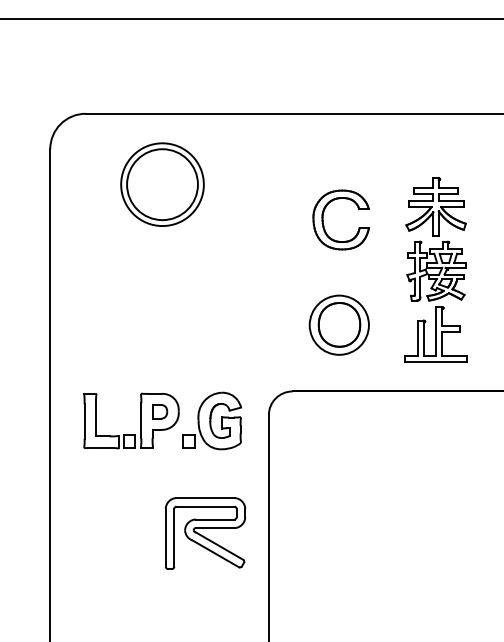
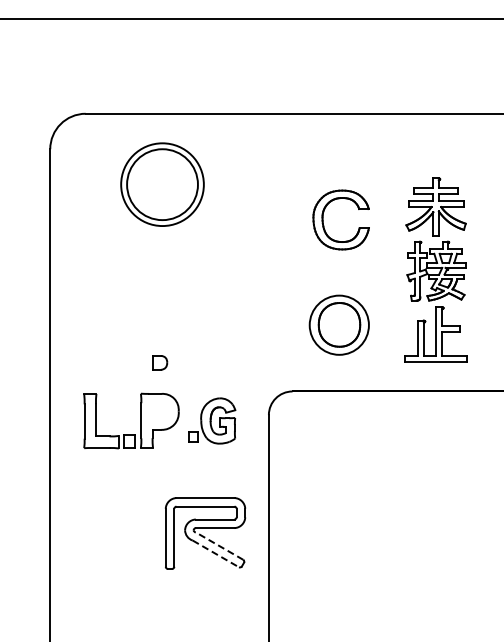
part at (160, 411) position: (160, 411) -> (160, 362)
part at (211, 420) size: 60x60 px -> 49x48 px
line at (219, 545): solid -> dashed
line at (215, 553): solid -> dashed
